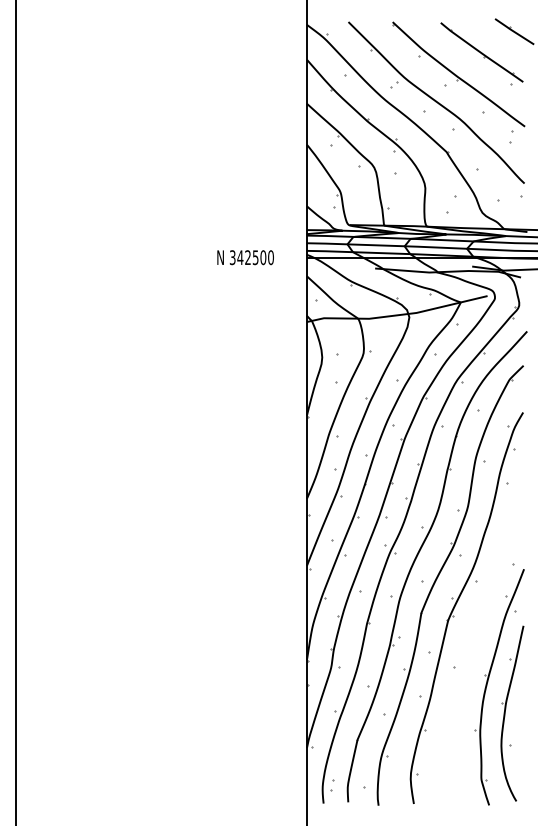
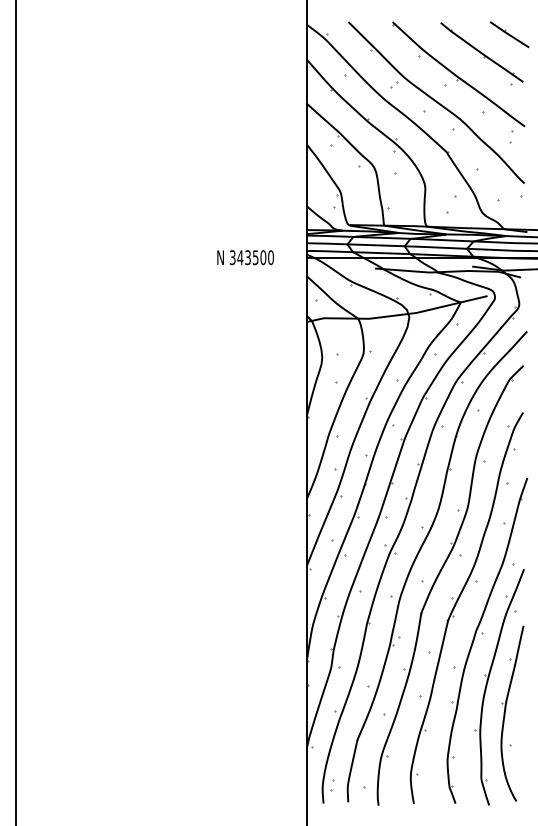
part at (514, 31) position: (514, 31) -> (509, 34)
text at (247, 257): 342500 -> 343500
part at (482, 634): none -> present
